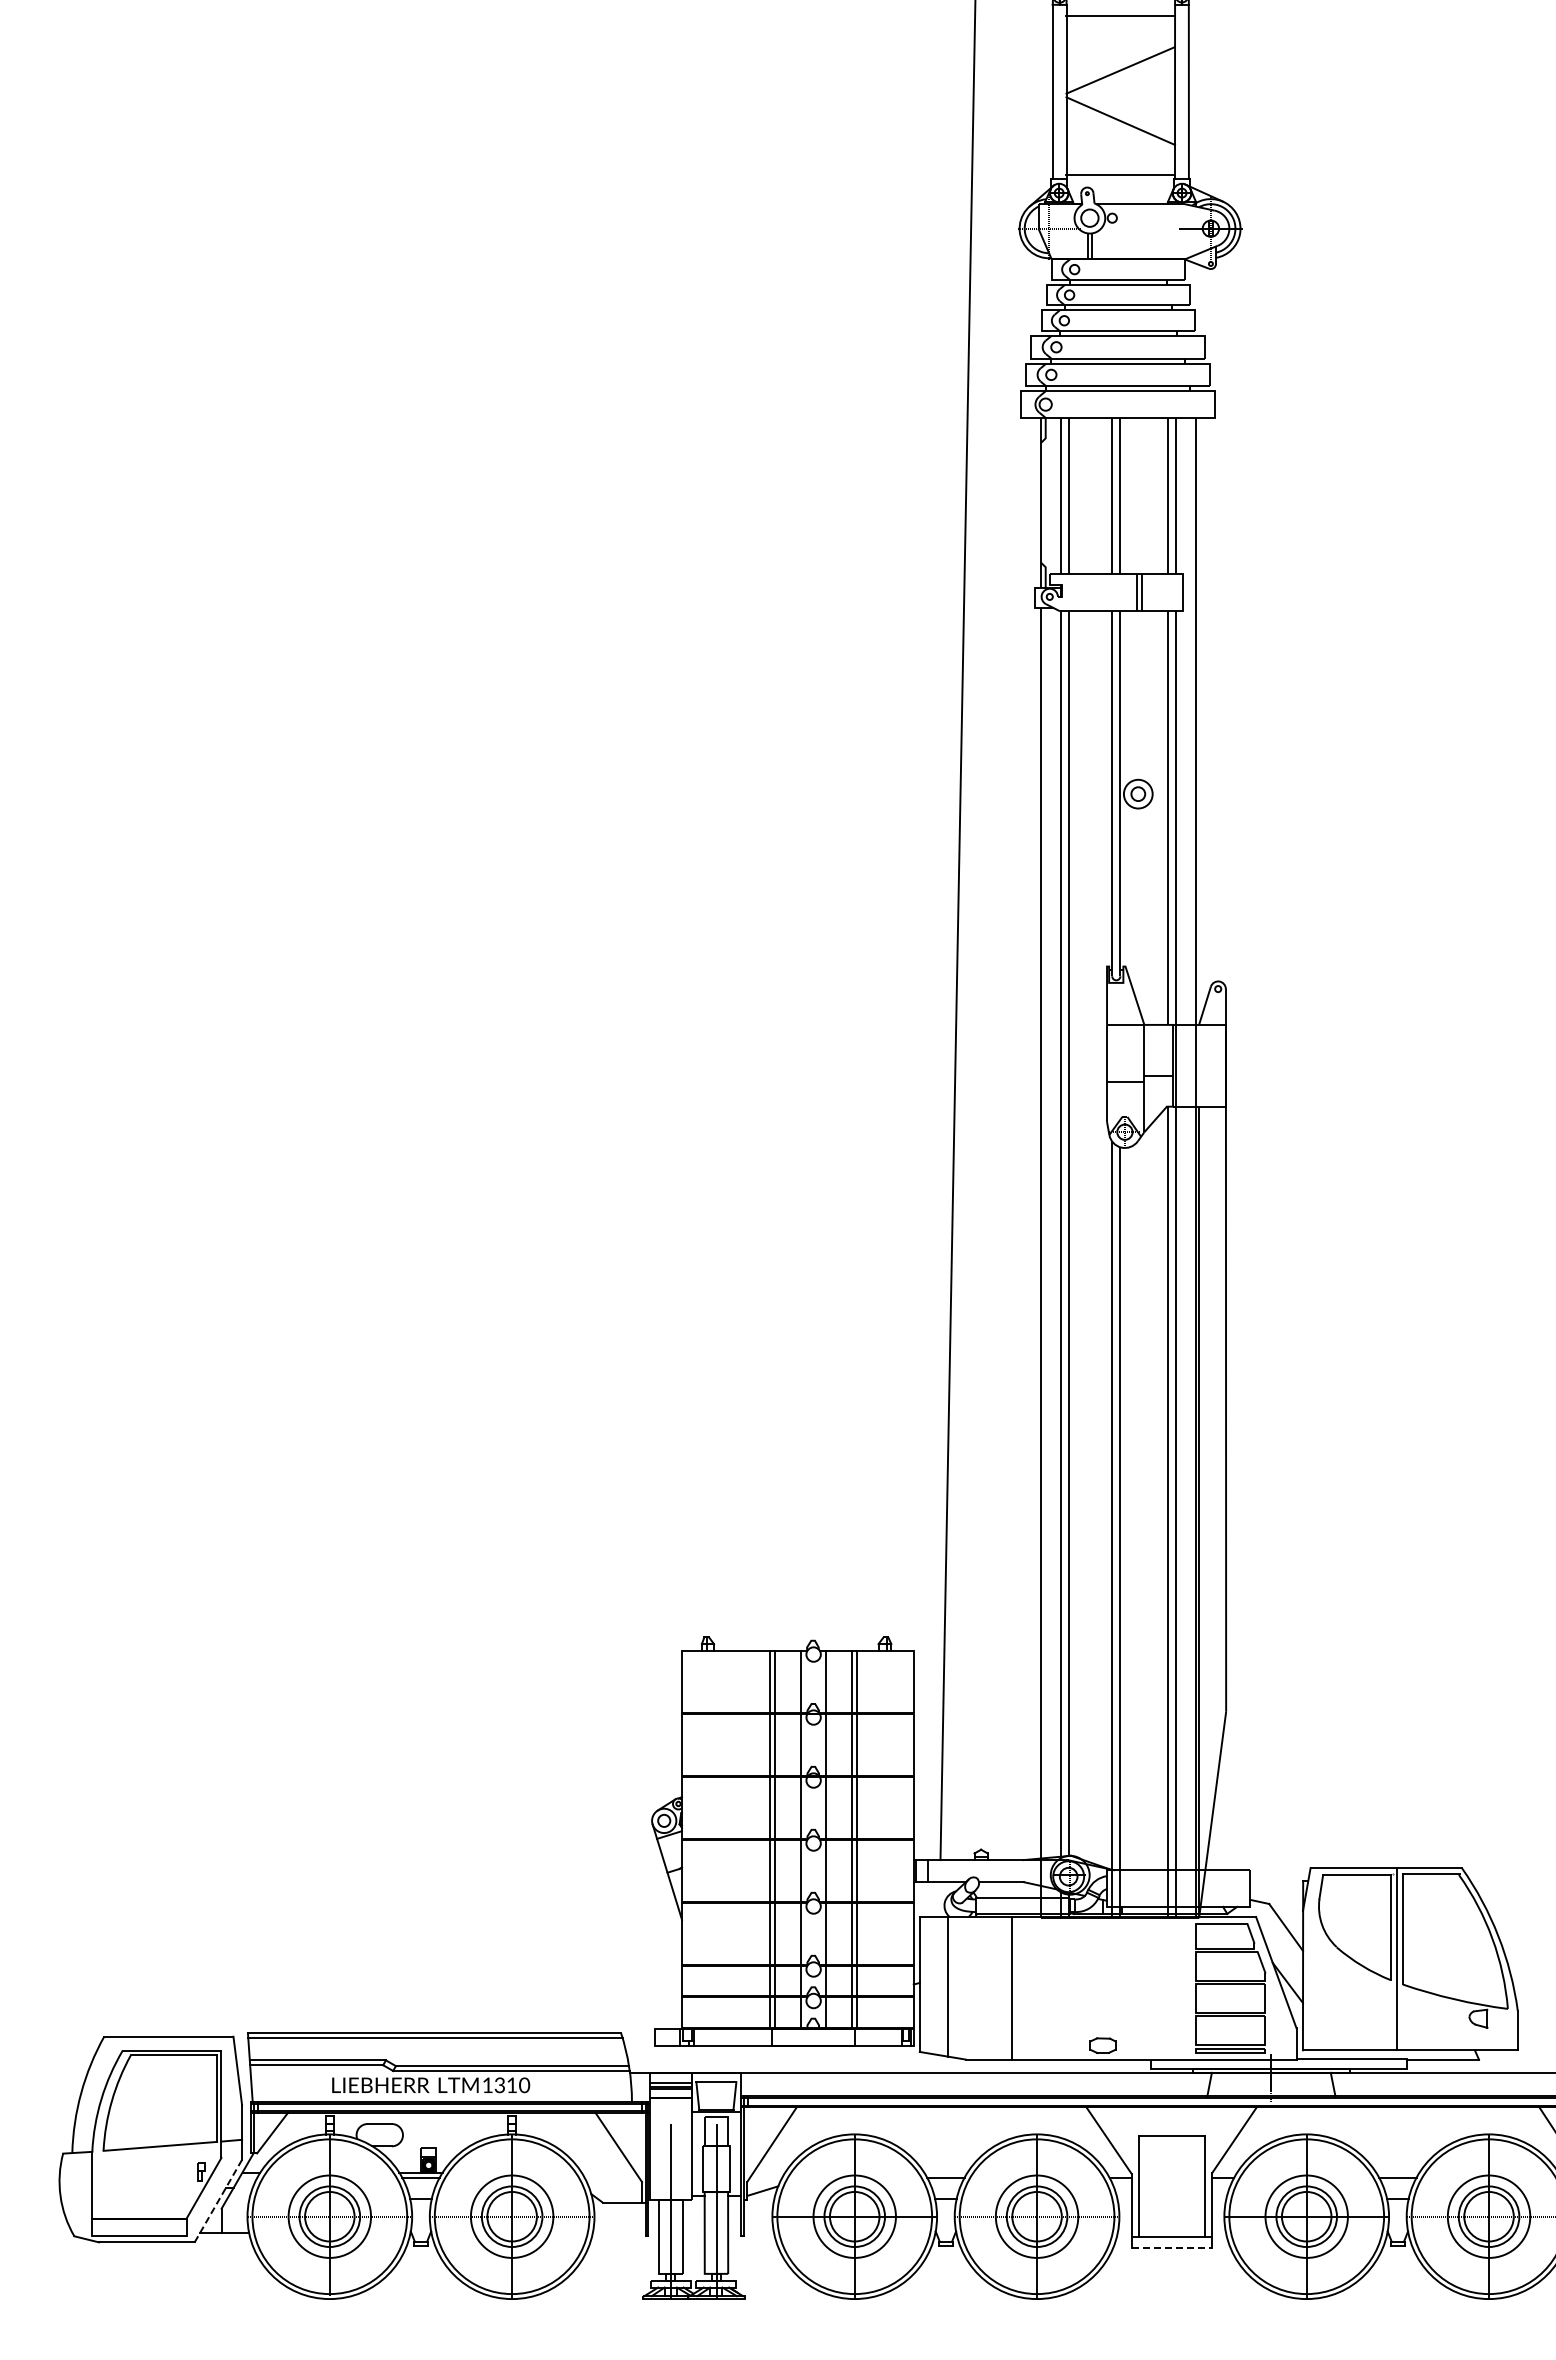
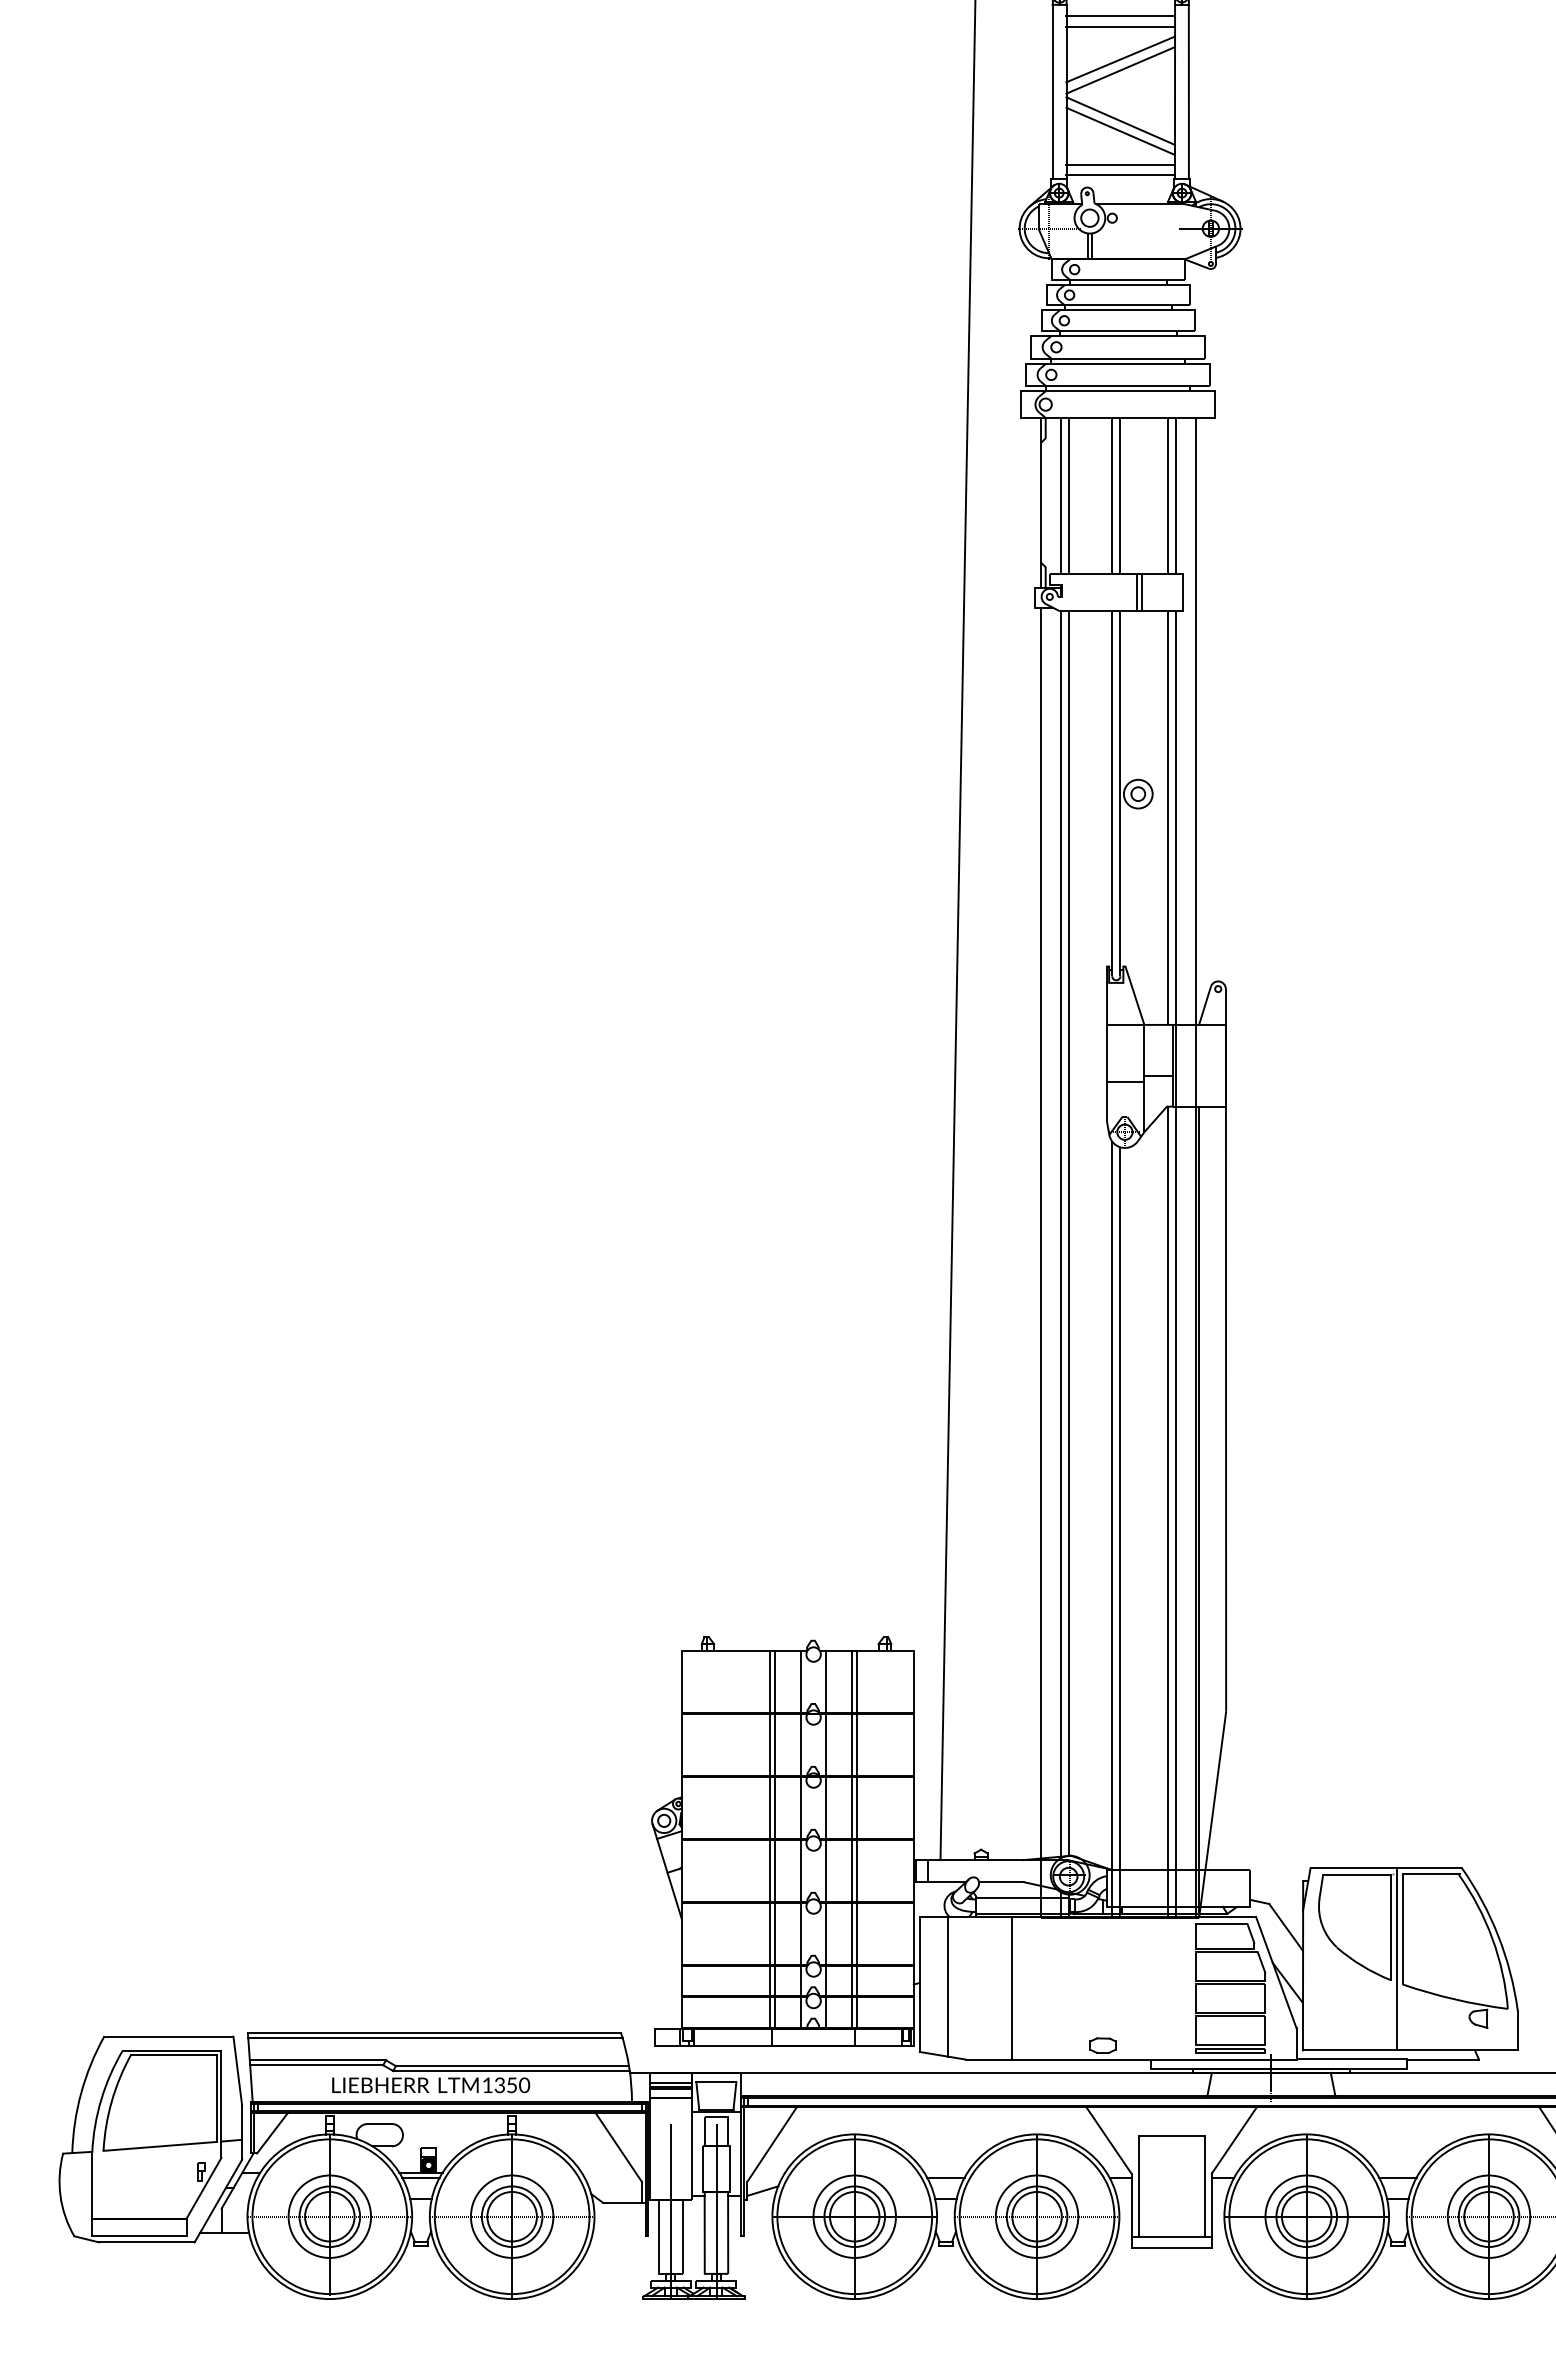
line at (1120, 26): none -> present
line at (1120, 59): none -> present
line at (1120, 131): none -> present
line at (1120, 164): none -> present
text at (511, 2085): 10 -> 50
line at (218, 2201): dashed -> solid
line at (1172, 2248): dashed -> solid
